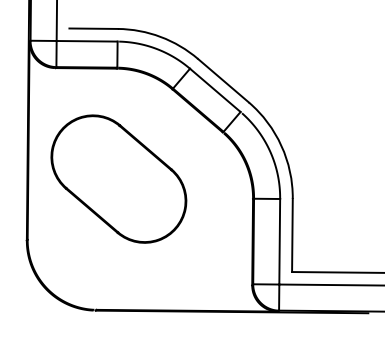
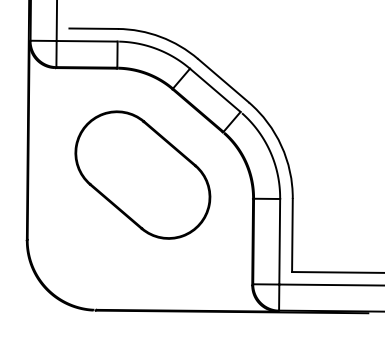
part at (118, 178) position: (118, 178) -> (142, 174)
